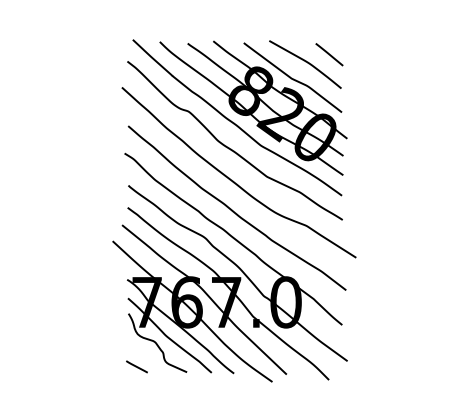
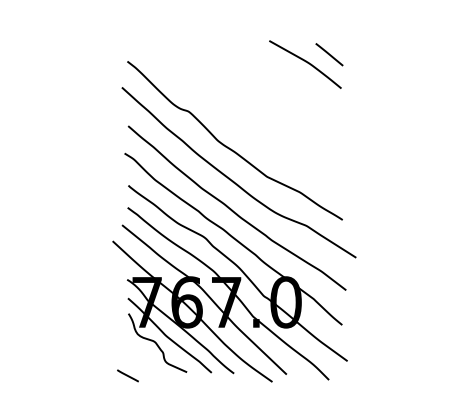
part at (239, 117): present -> none
line at (136, 366) position: (136, 366) -> (127, 375)
